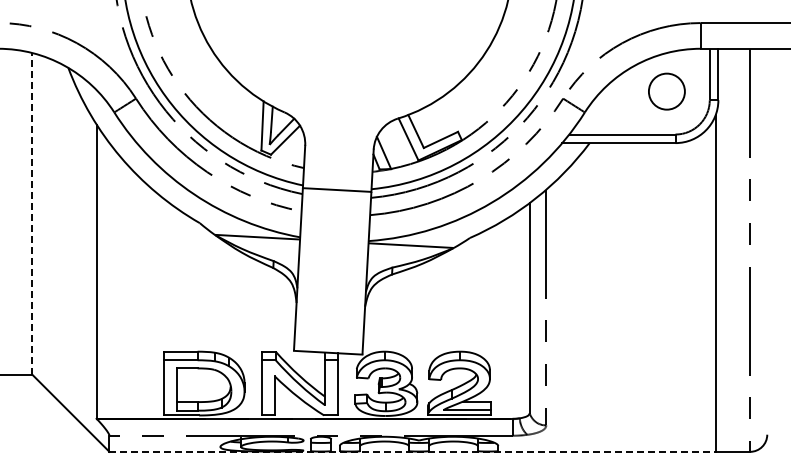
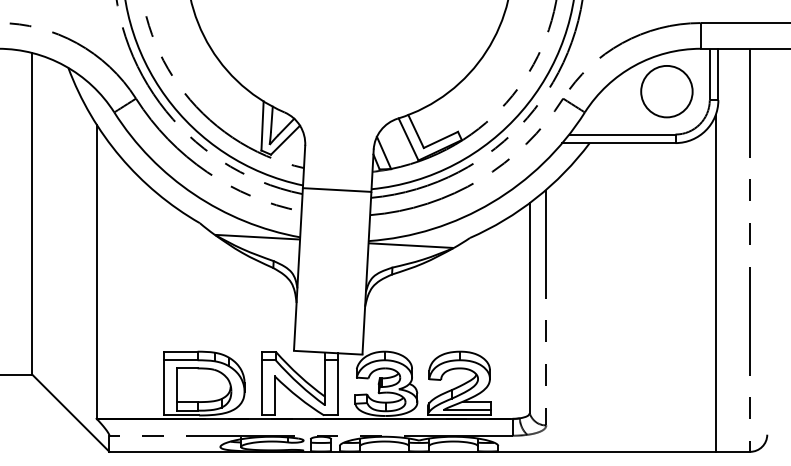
circle at (666, 91) diameter: 36 px -> 51 px
line at (32, 213): dashed -> solid
line at (413, 451): dashed -> solid
